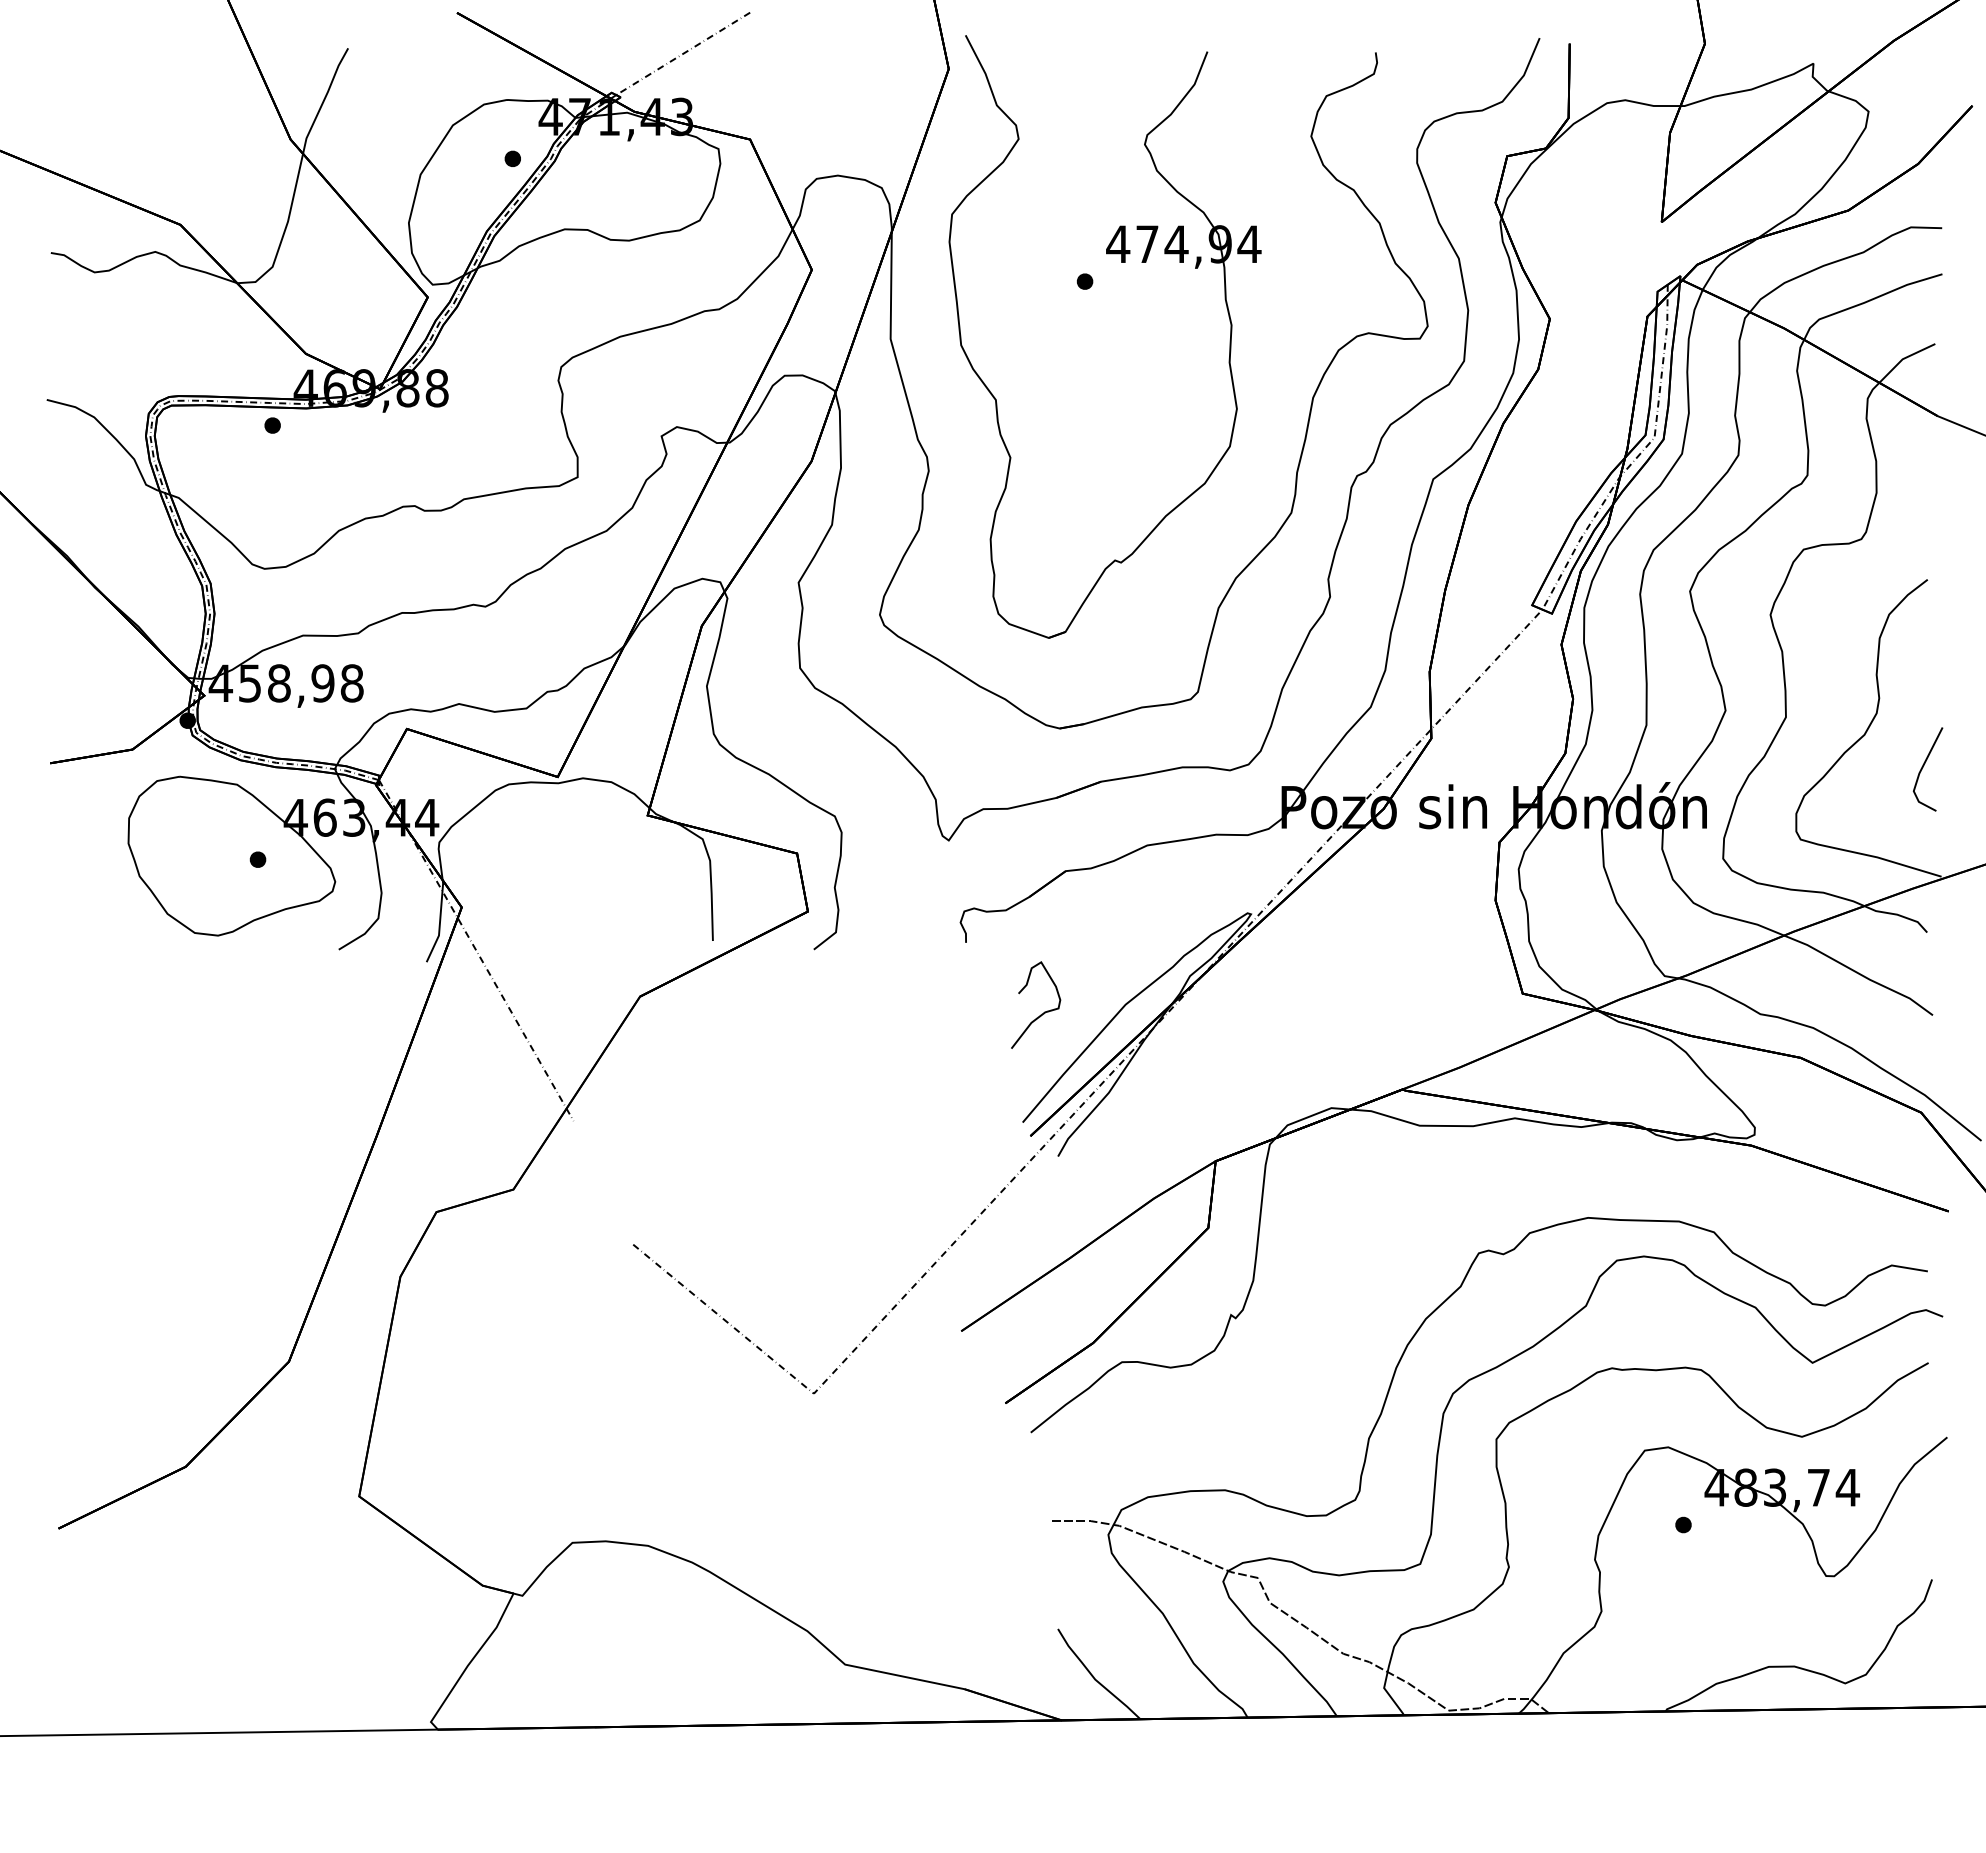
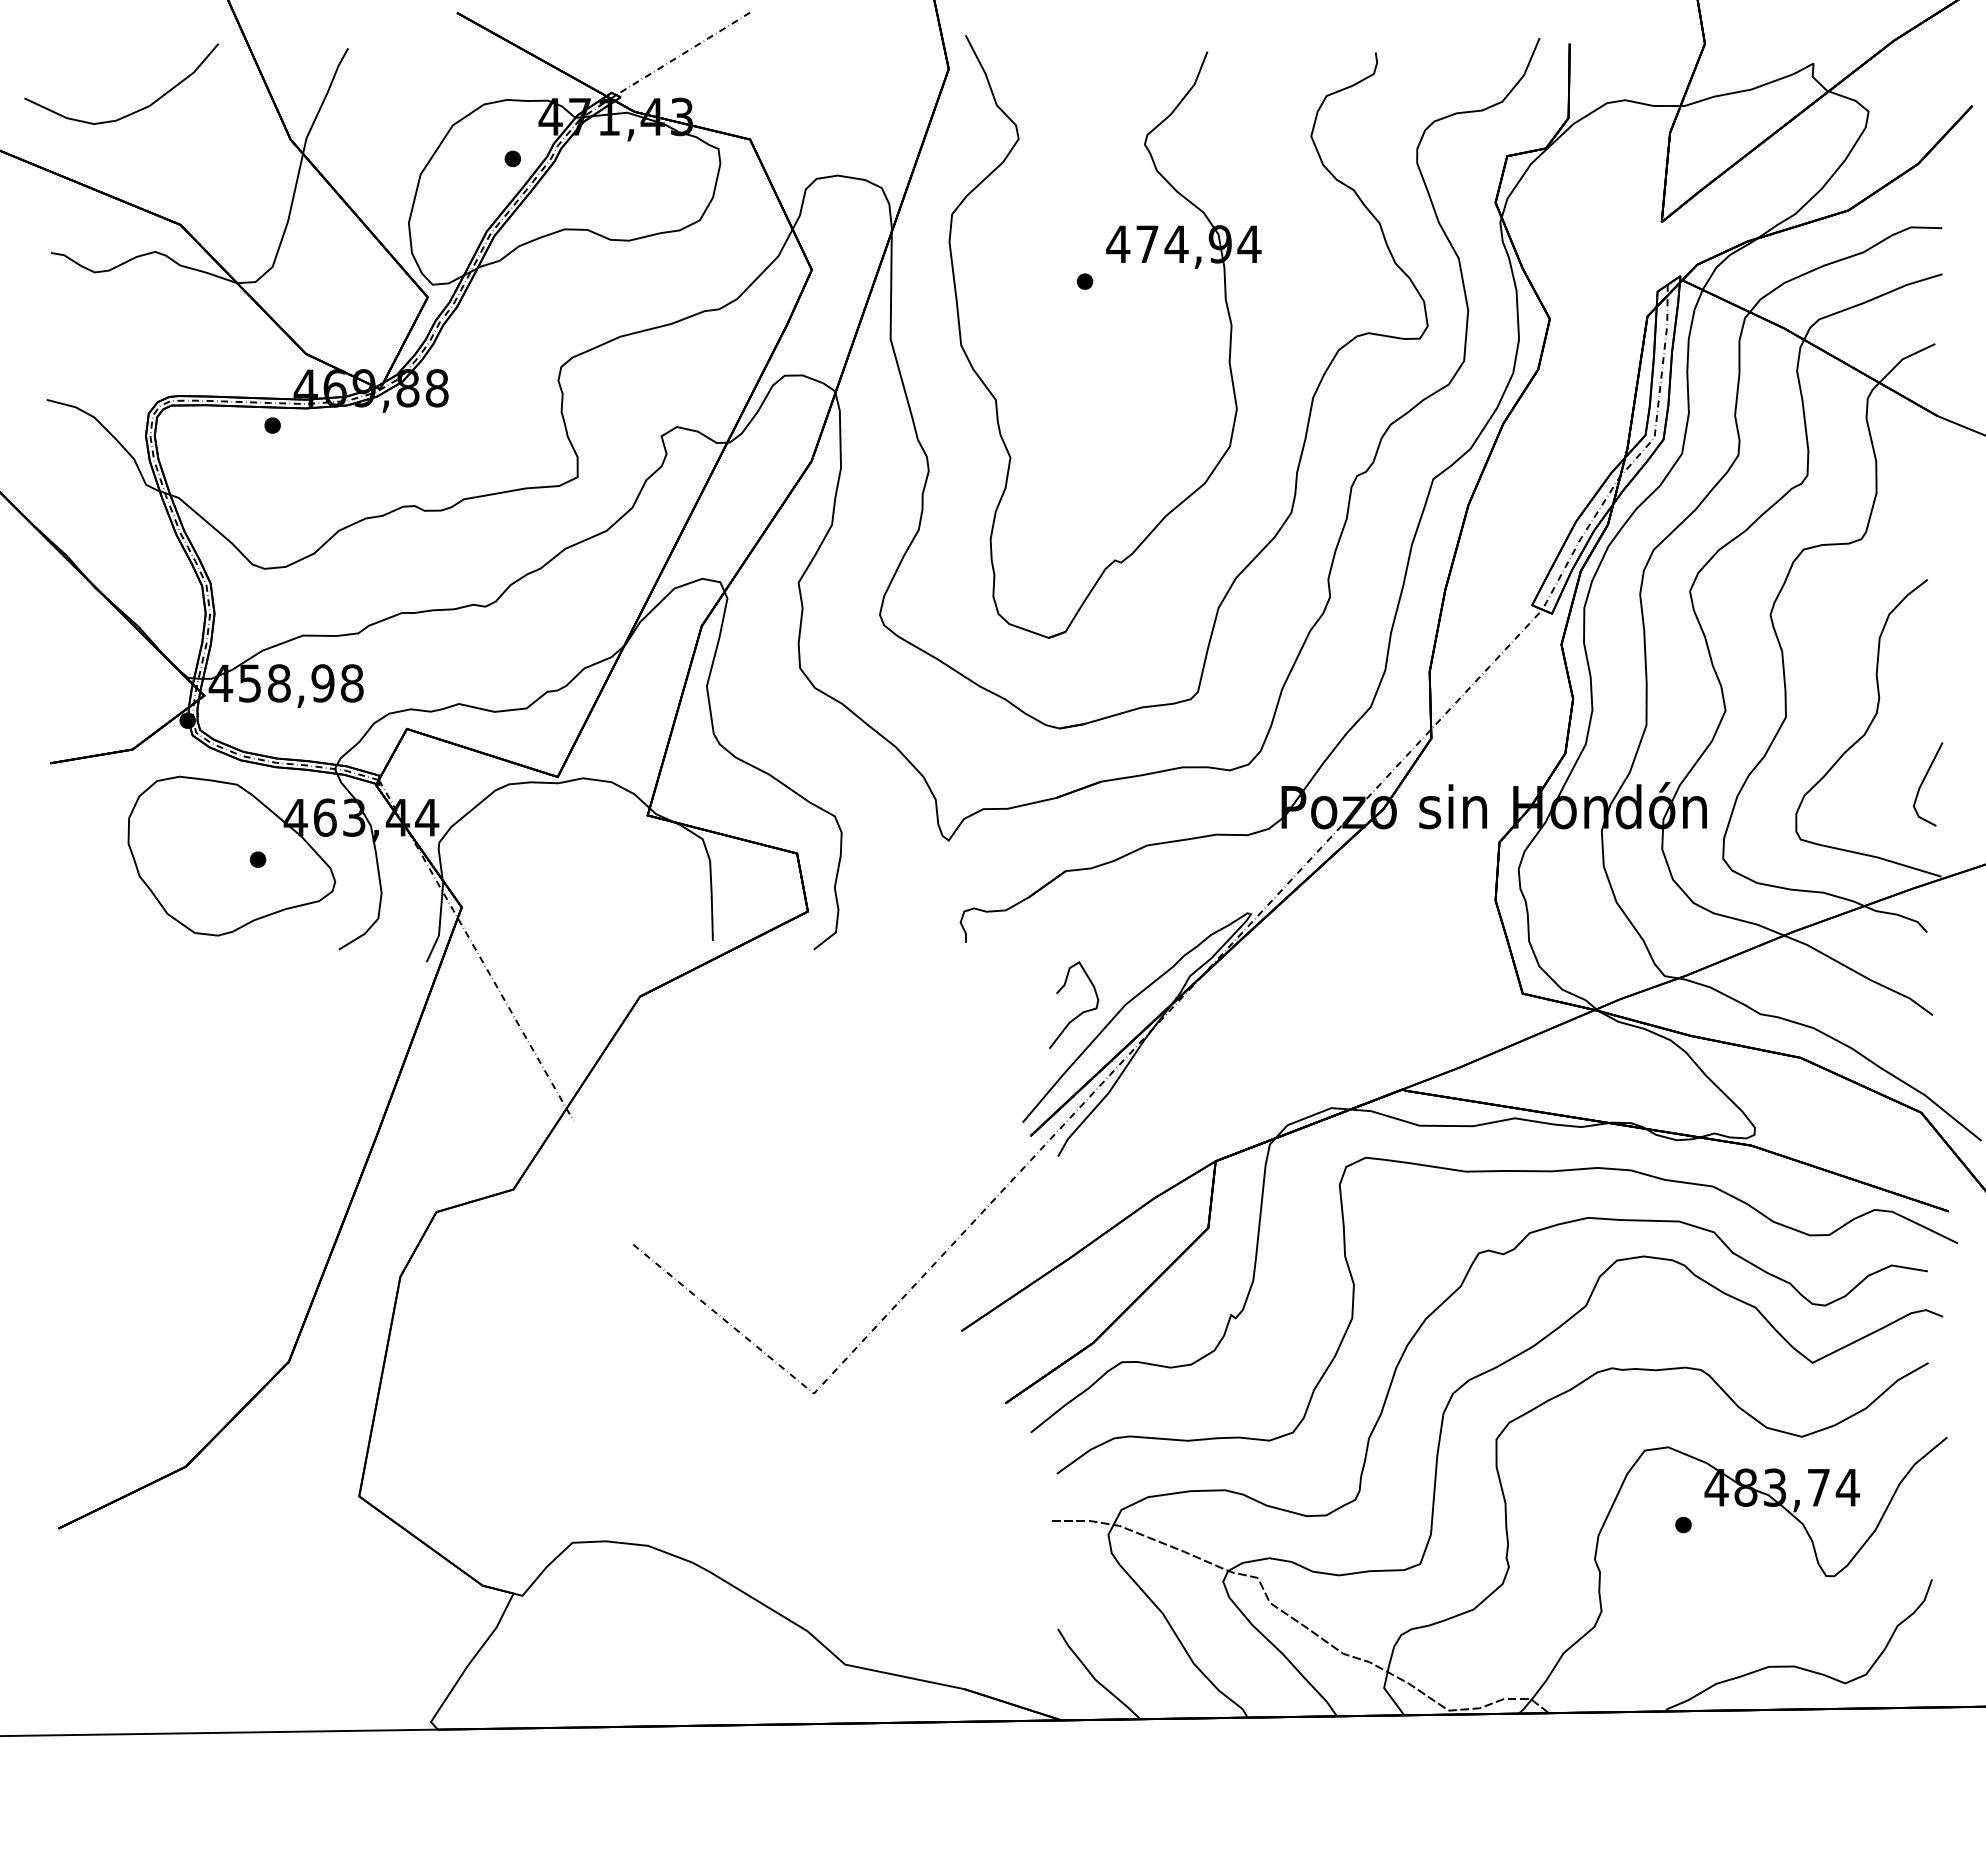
curve at (134, 111): none -> present
line at (1923, 767) position: (1923, 767) -> (1923, 782)
curve at (1044, 1011) position: (1044, 1011) -> (1082, 1011)
curve at (1493, 1172): none -> present
